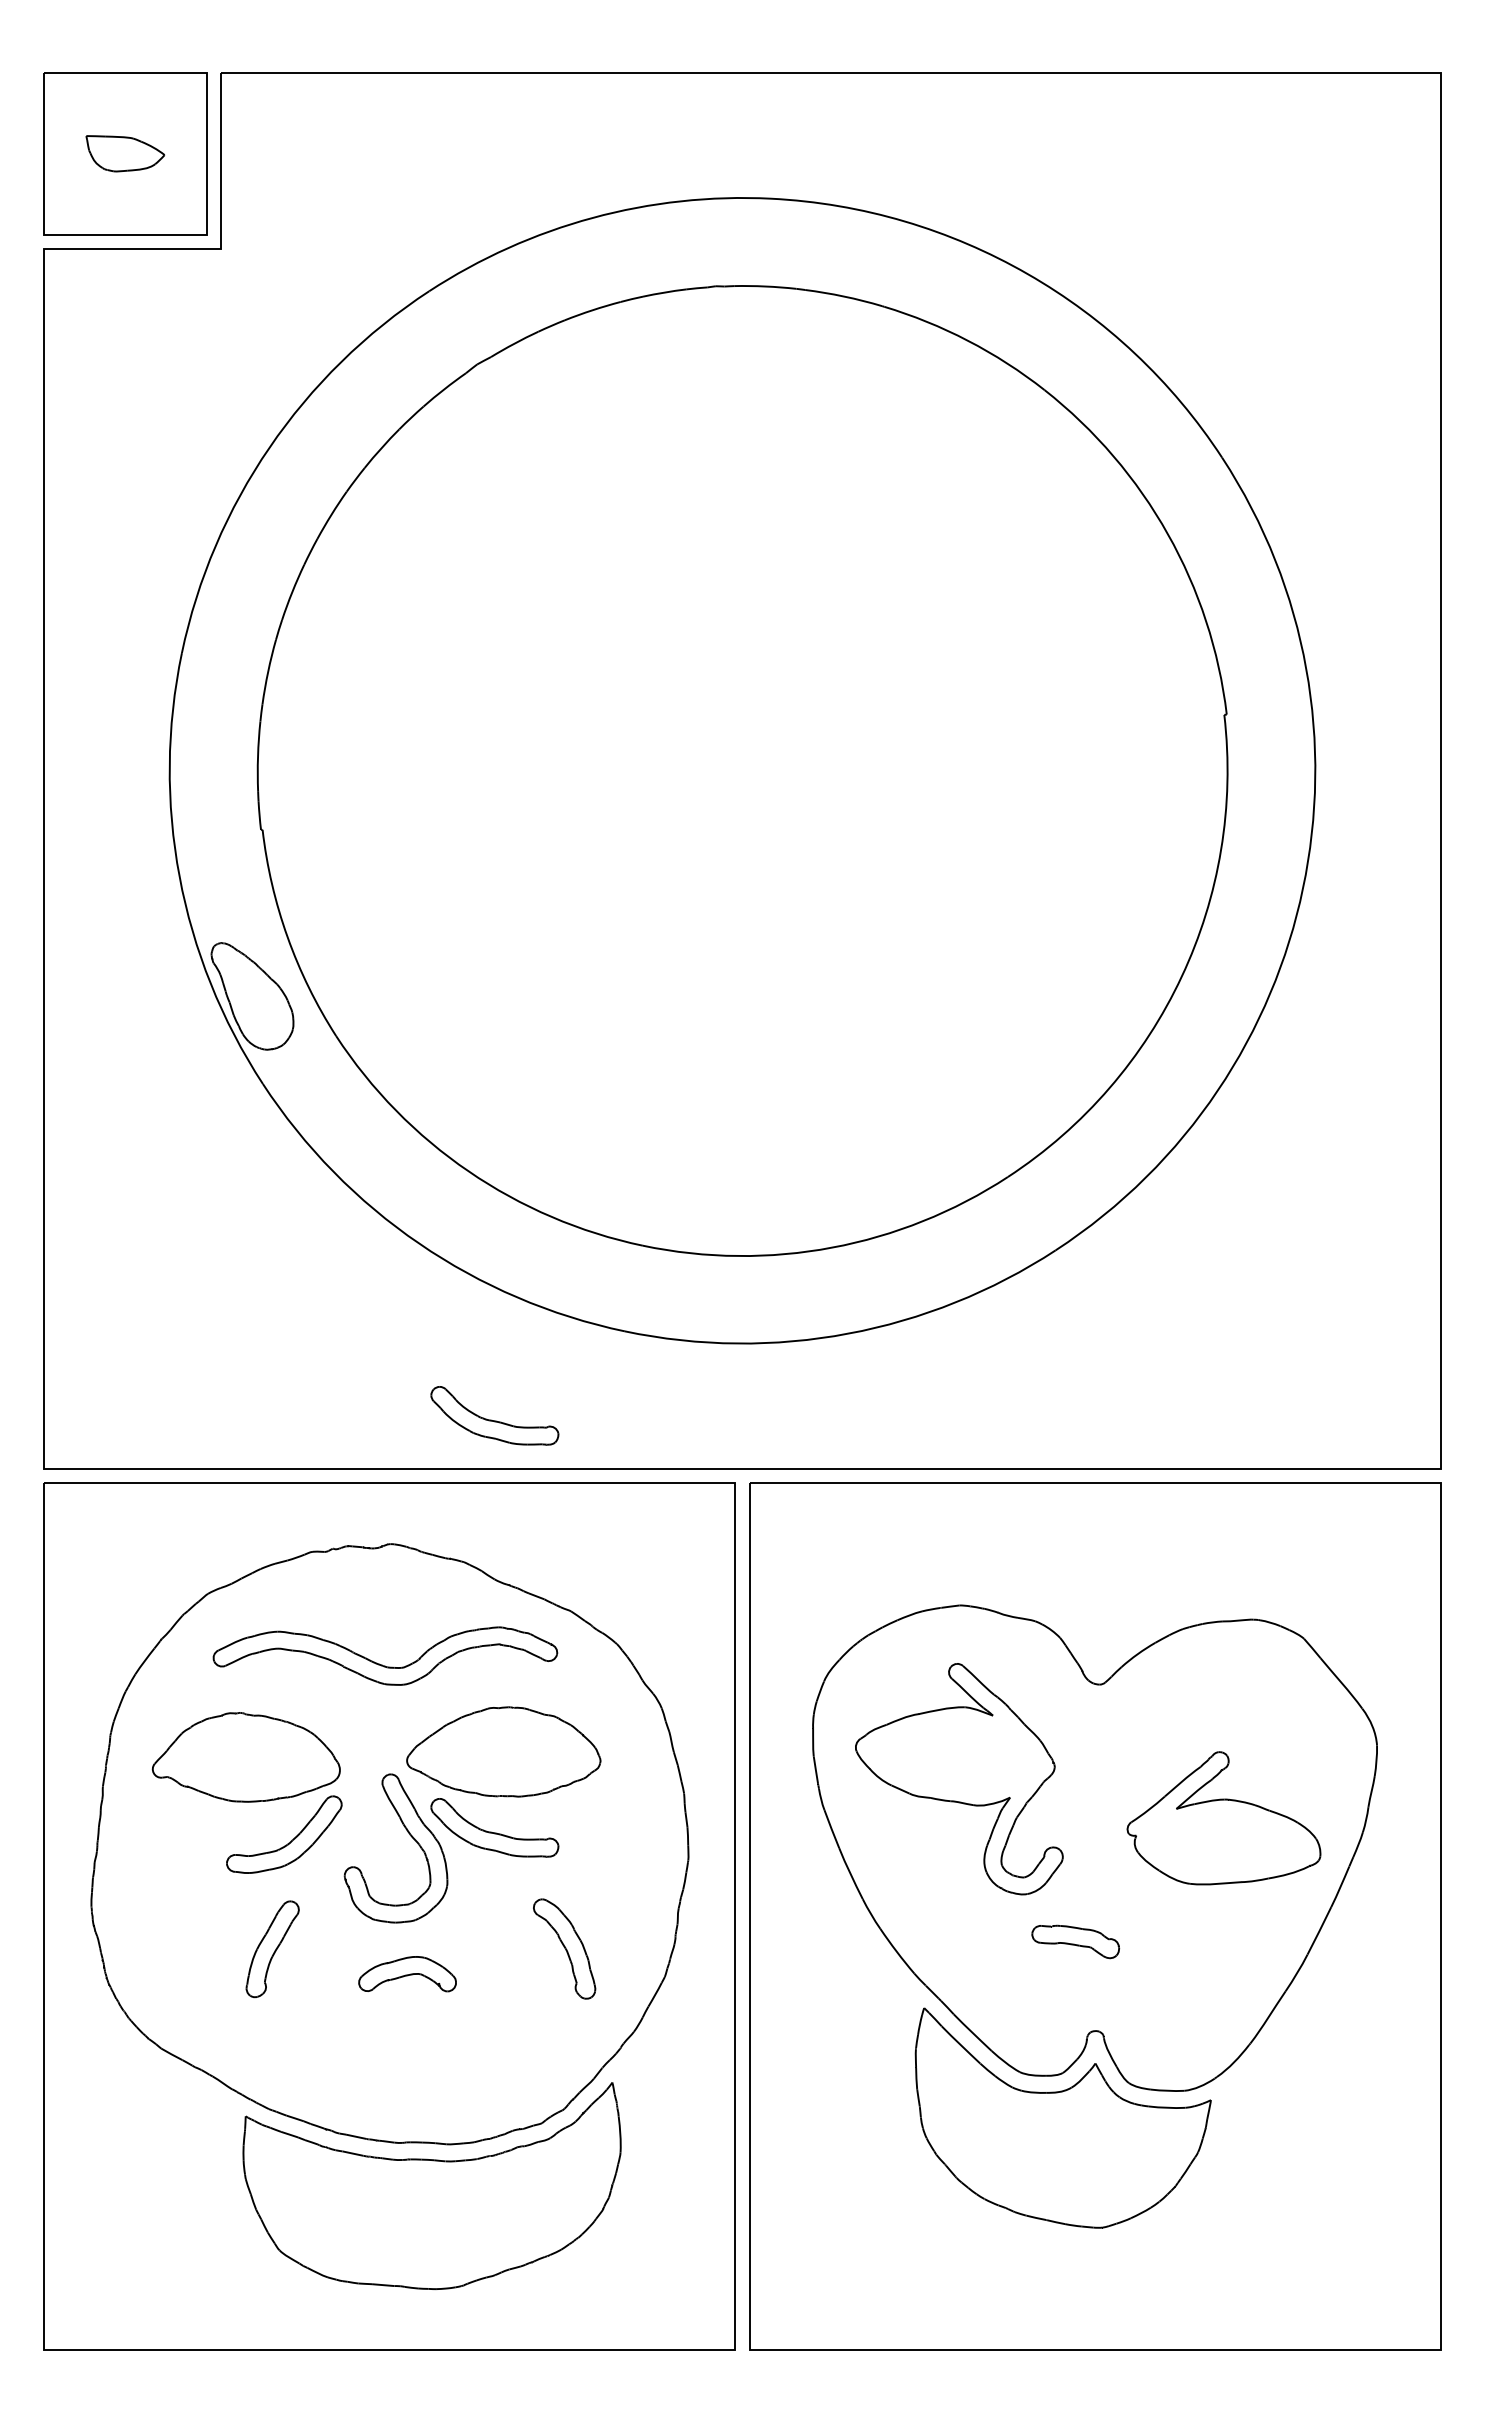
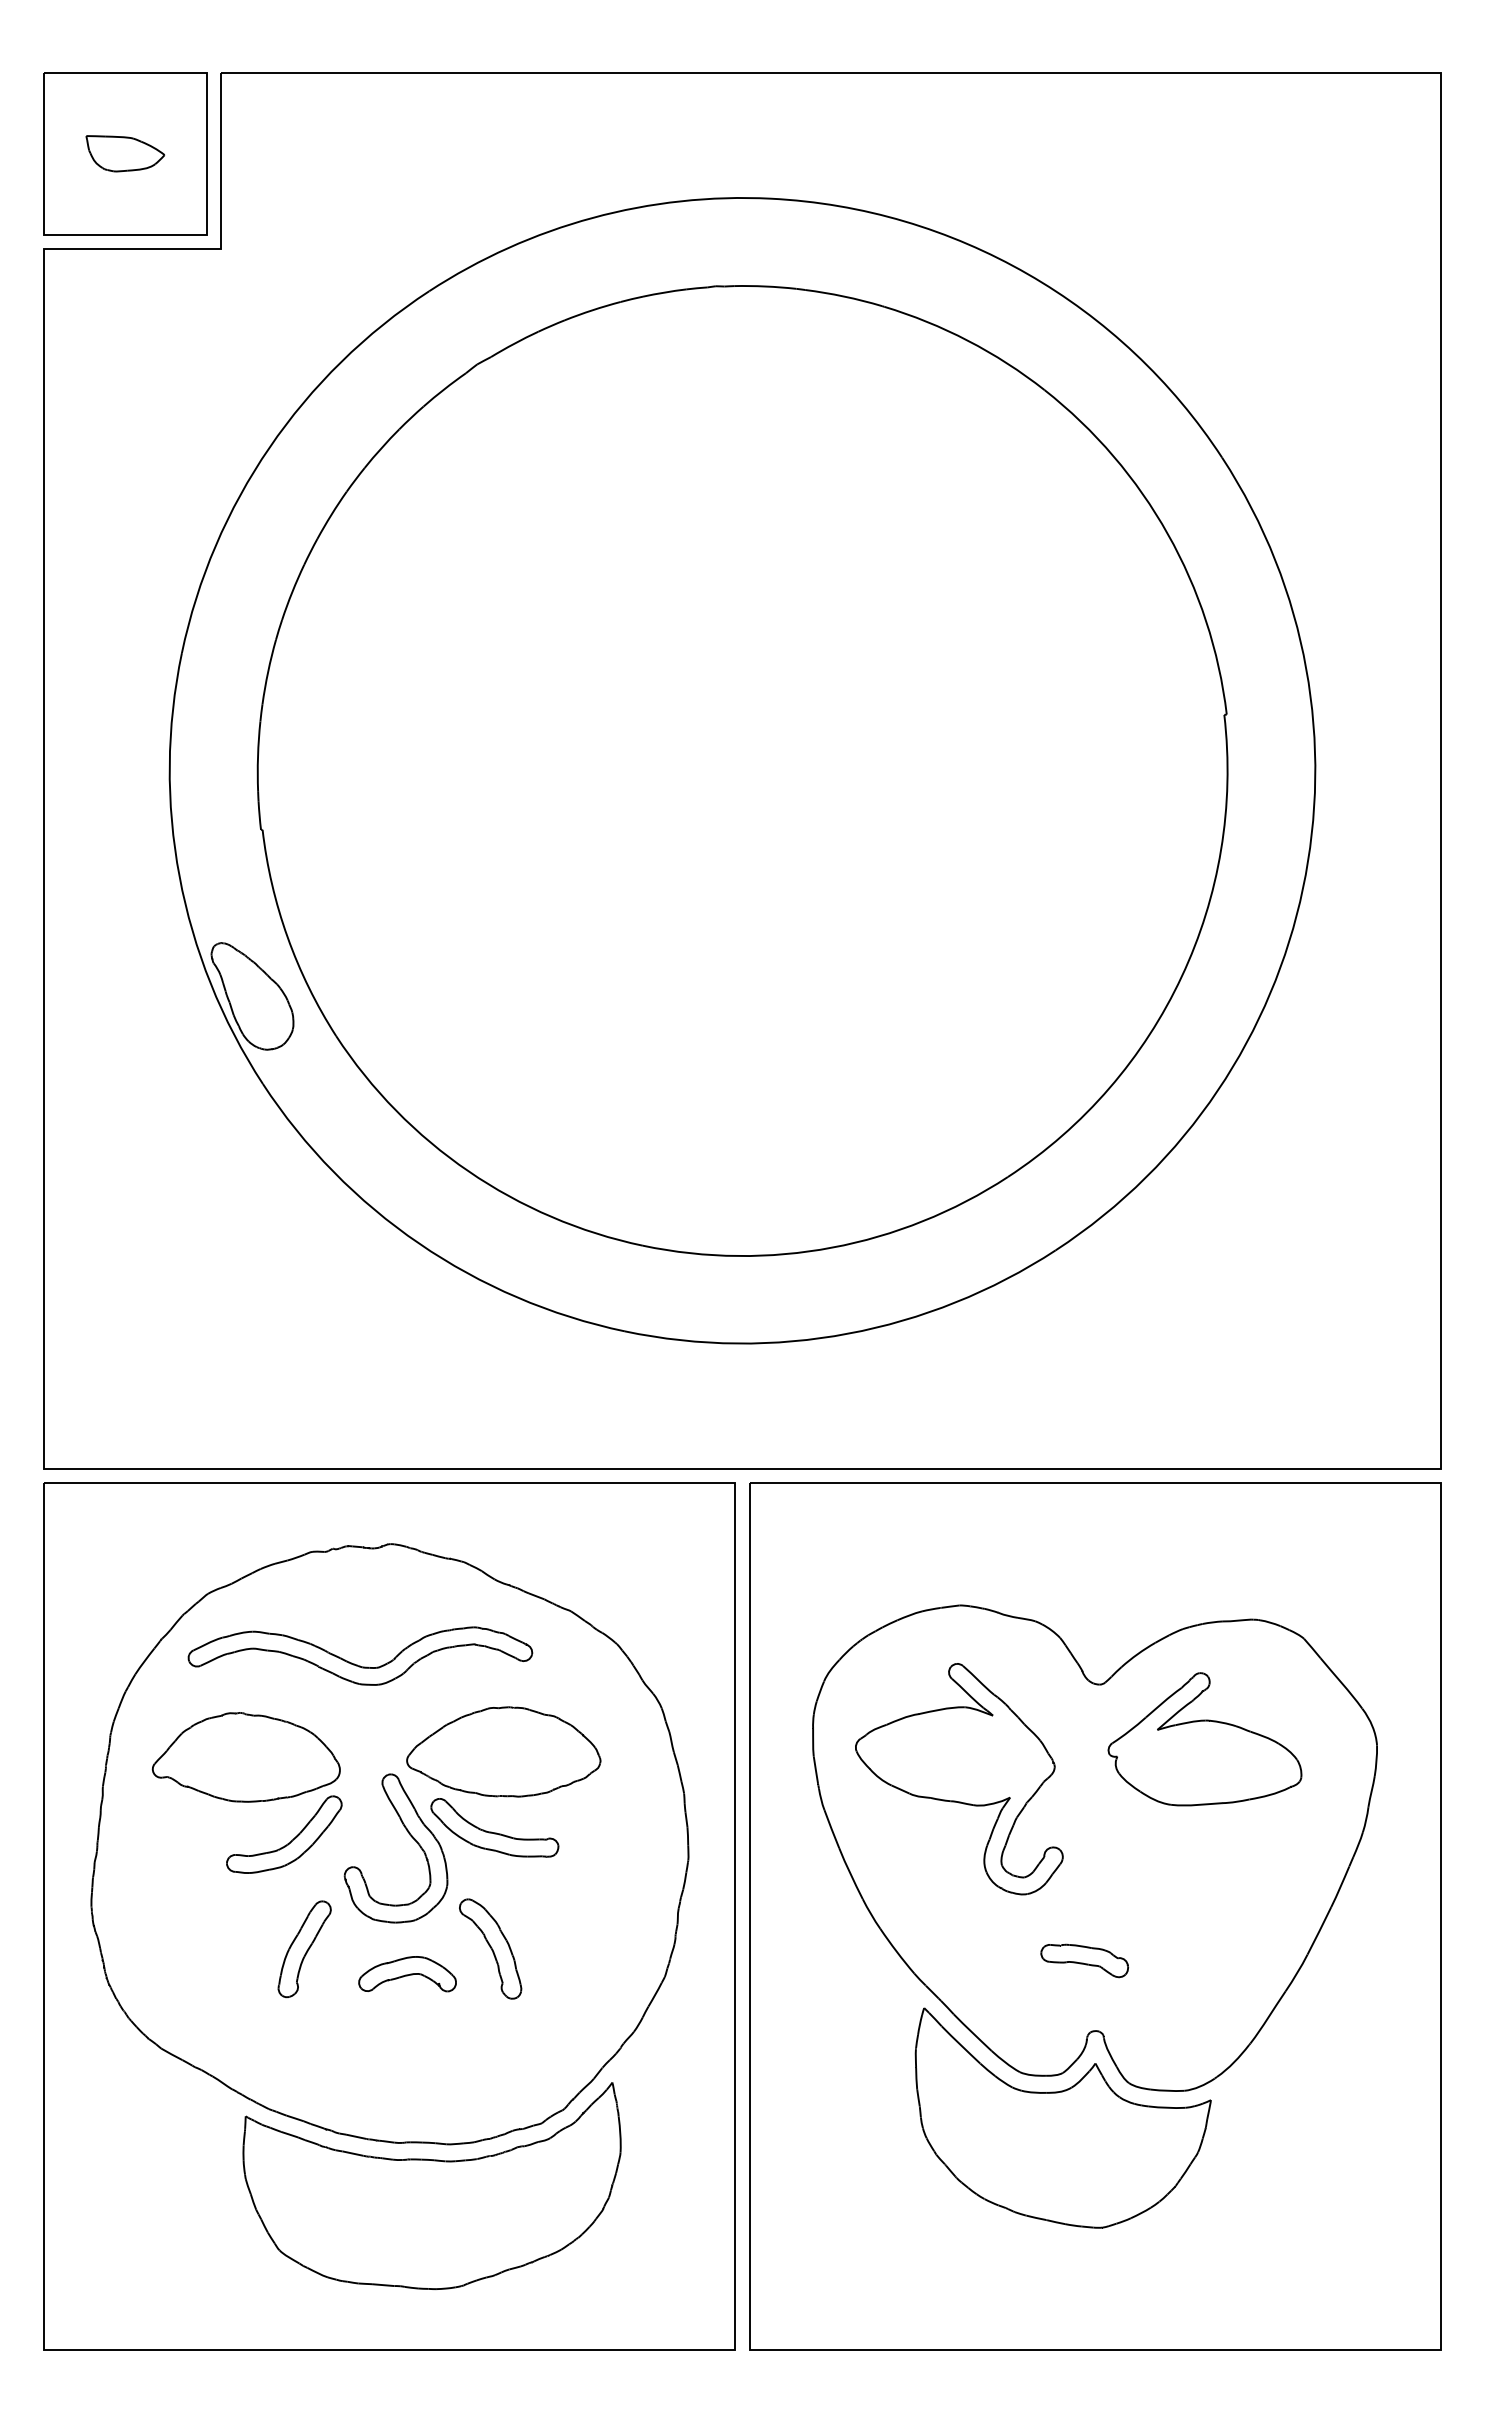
part at (494, 1415): present -> none
part at (382, 1664) position: (382, 1664) -> (357, 1664)
part at (1223, 1818) position: (1223, 1818) -> (1204, 1739)
part at (1075, 1941) position: (1075, 1941) -> (1084, 1960)
part at (564, 1948) position: (564, 1948) -> (490, 1948)
part at (272, 1949) position: (272, 1949) -> (304, 1949)
